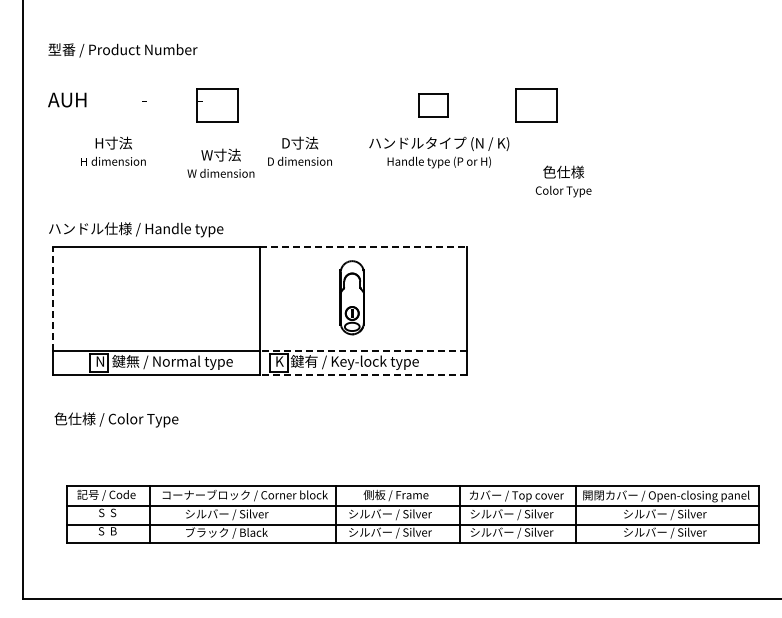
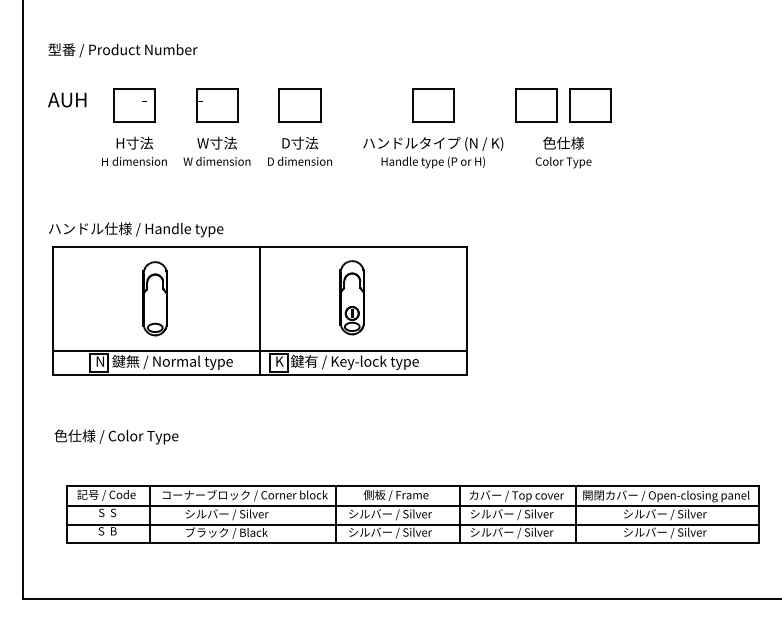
part at (134, 105): none -> present
part at (299, 105): none -> present
part at (433, 105) size: 31x25 px -> 43x35 px
part at (590, 105): none -> present
text at (113, 150) position: (113, 150) -> (134, 150)
text at (439, 152) position: (439, 152) -> (433, 152)
text at (220, 162) position: (220, 162) -> (216, 150)
text at (563, 181) position: (563, 181) -> (563, 152)
line at (363, 246): dashed -> solid
line at (53, 298): dashed -> solid
part at (154, 298): none -> present
line at (362, 351): dashed -> solid
line at (362, 374): dashed -> solid
text at (116, 419) position: (116, 419) -> (116, 436)
